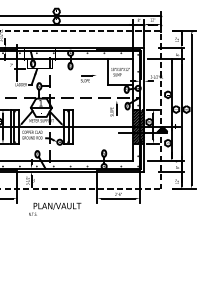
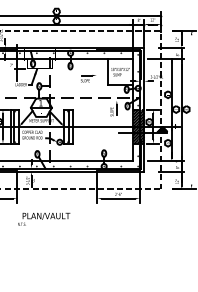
line at (191, 109): present -> none
text at (55, 208) position: (55, 208) -> (44, 218)
